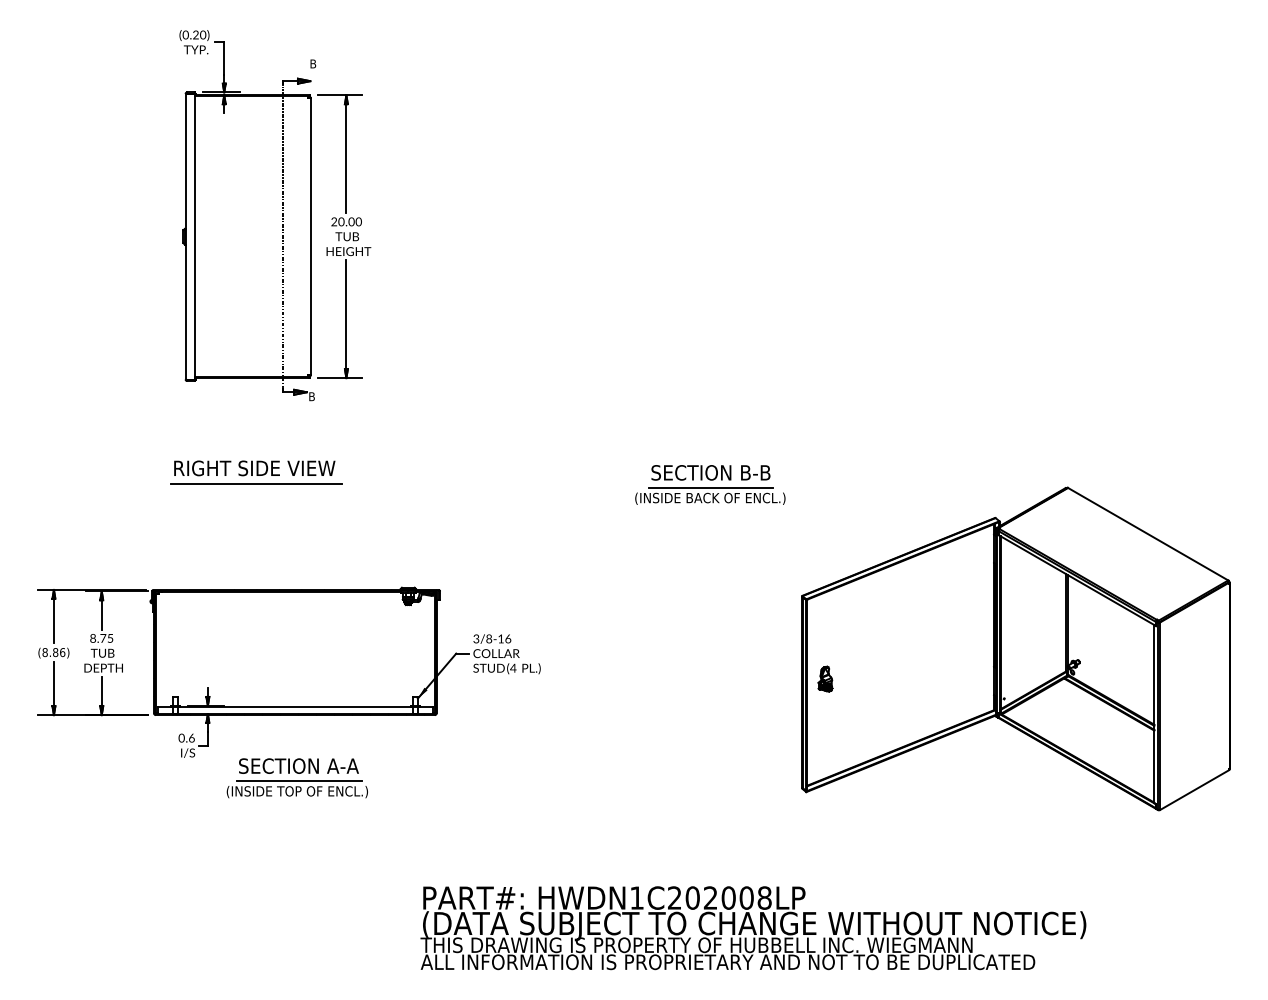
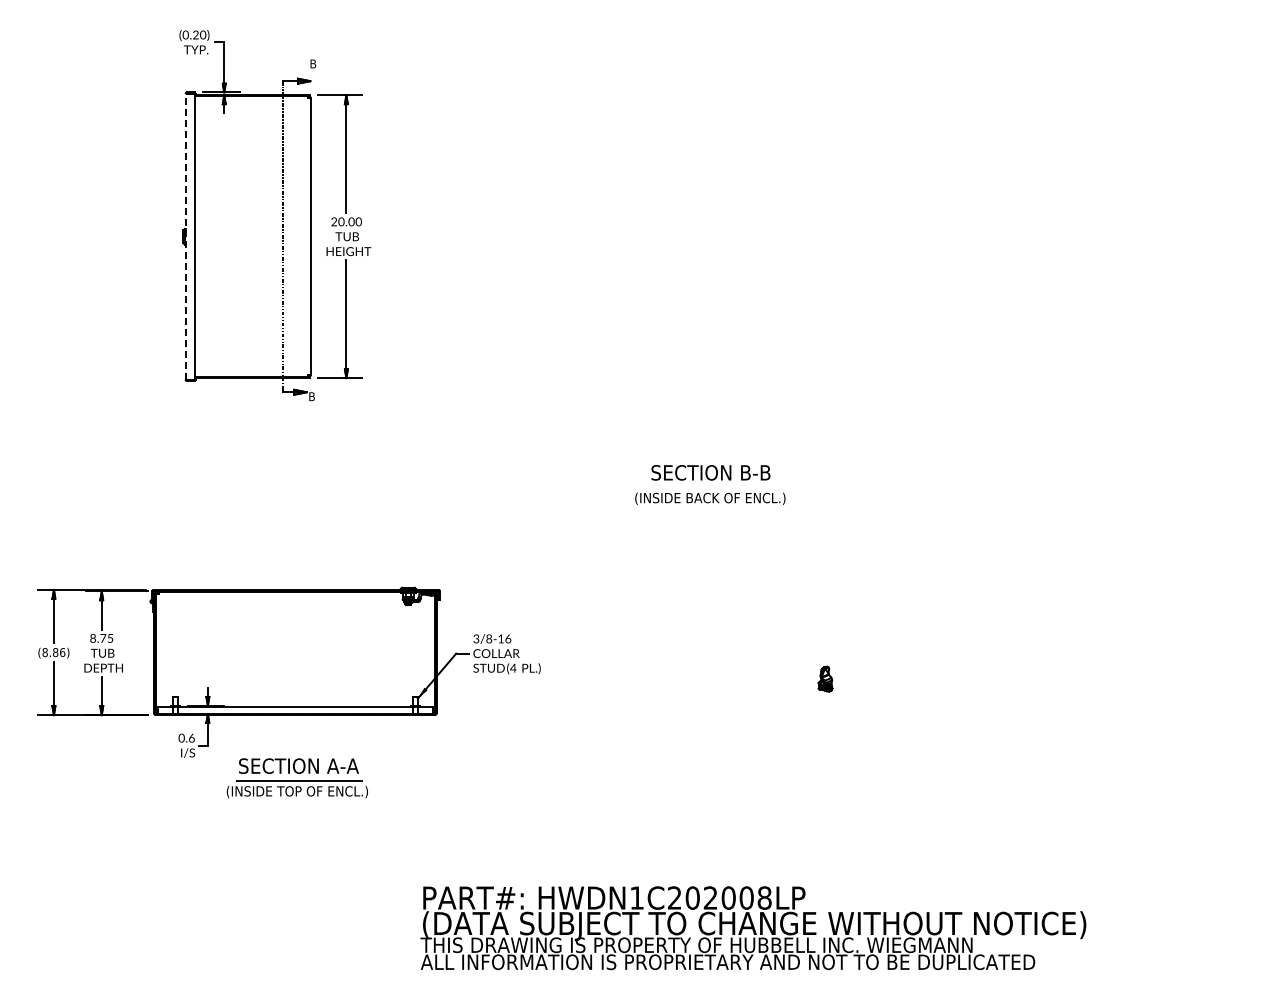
line at (185, 236): solid -> dashed
part at (256, 472): present -> none
line at (711, 487): present -> none
part at (1015, 648): present -> none
